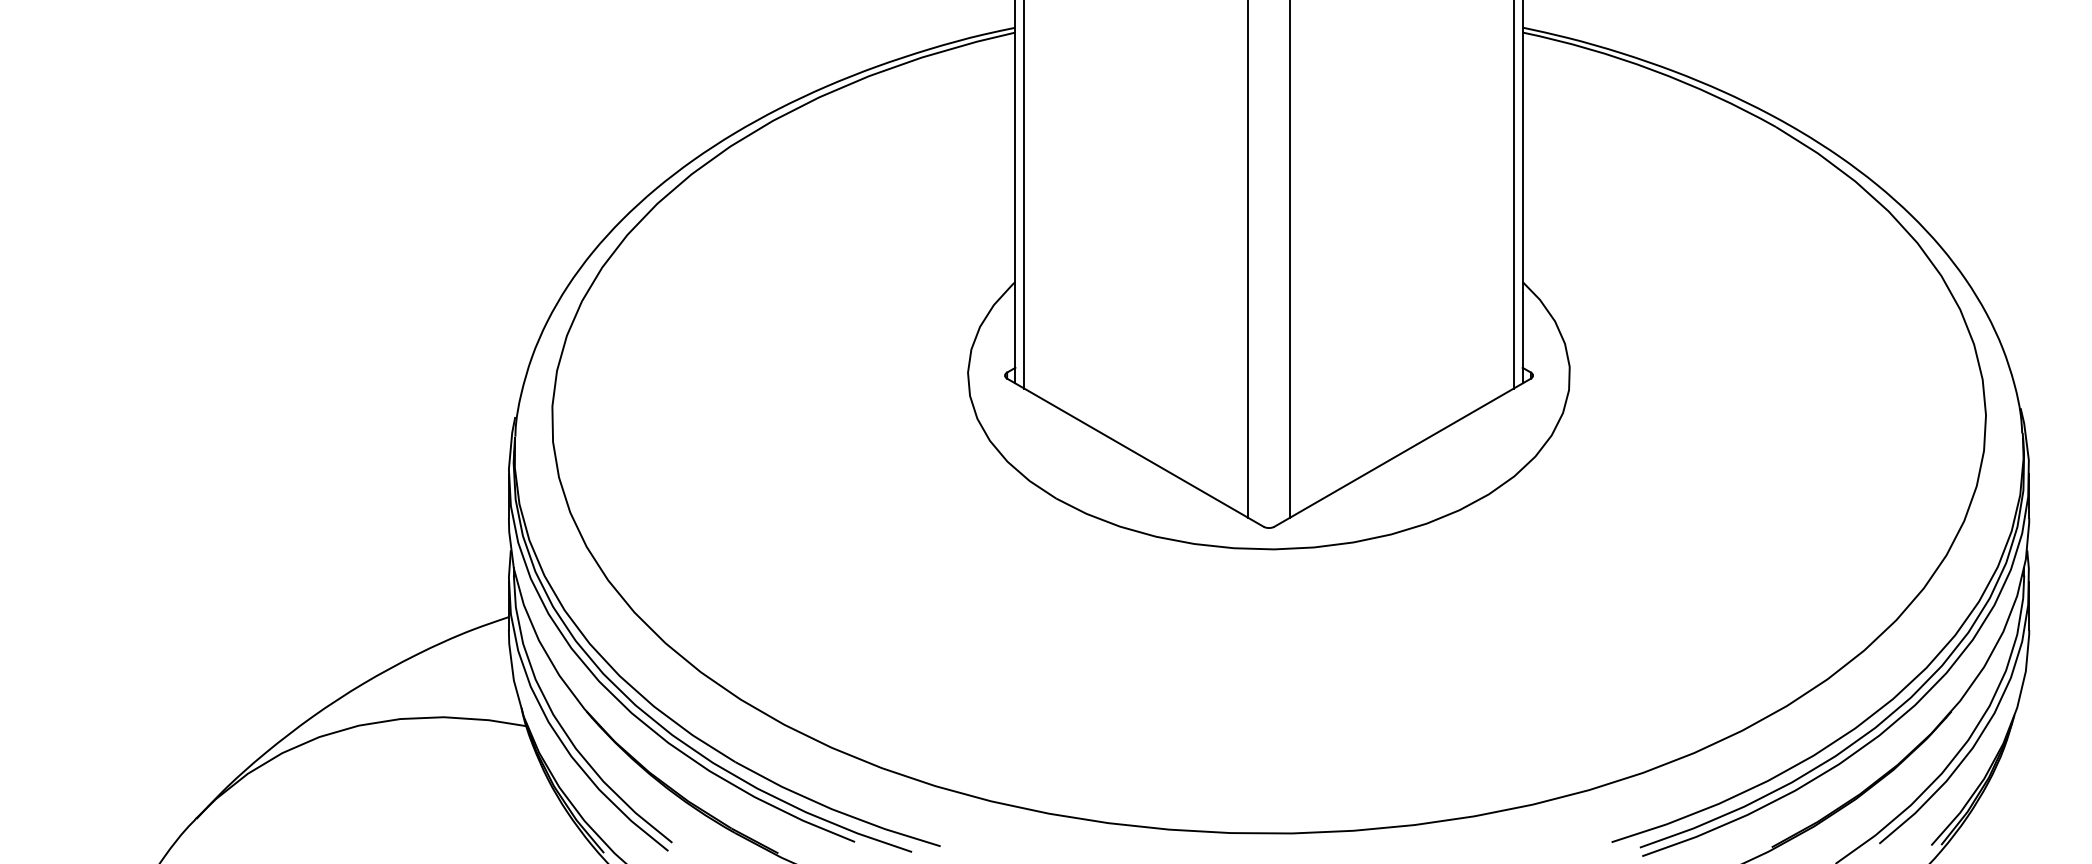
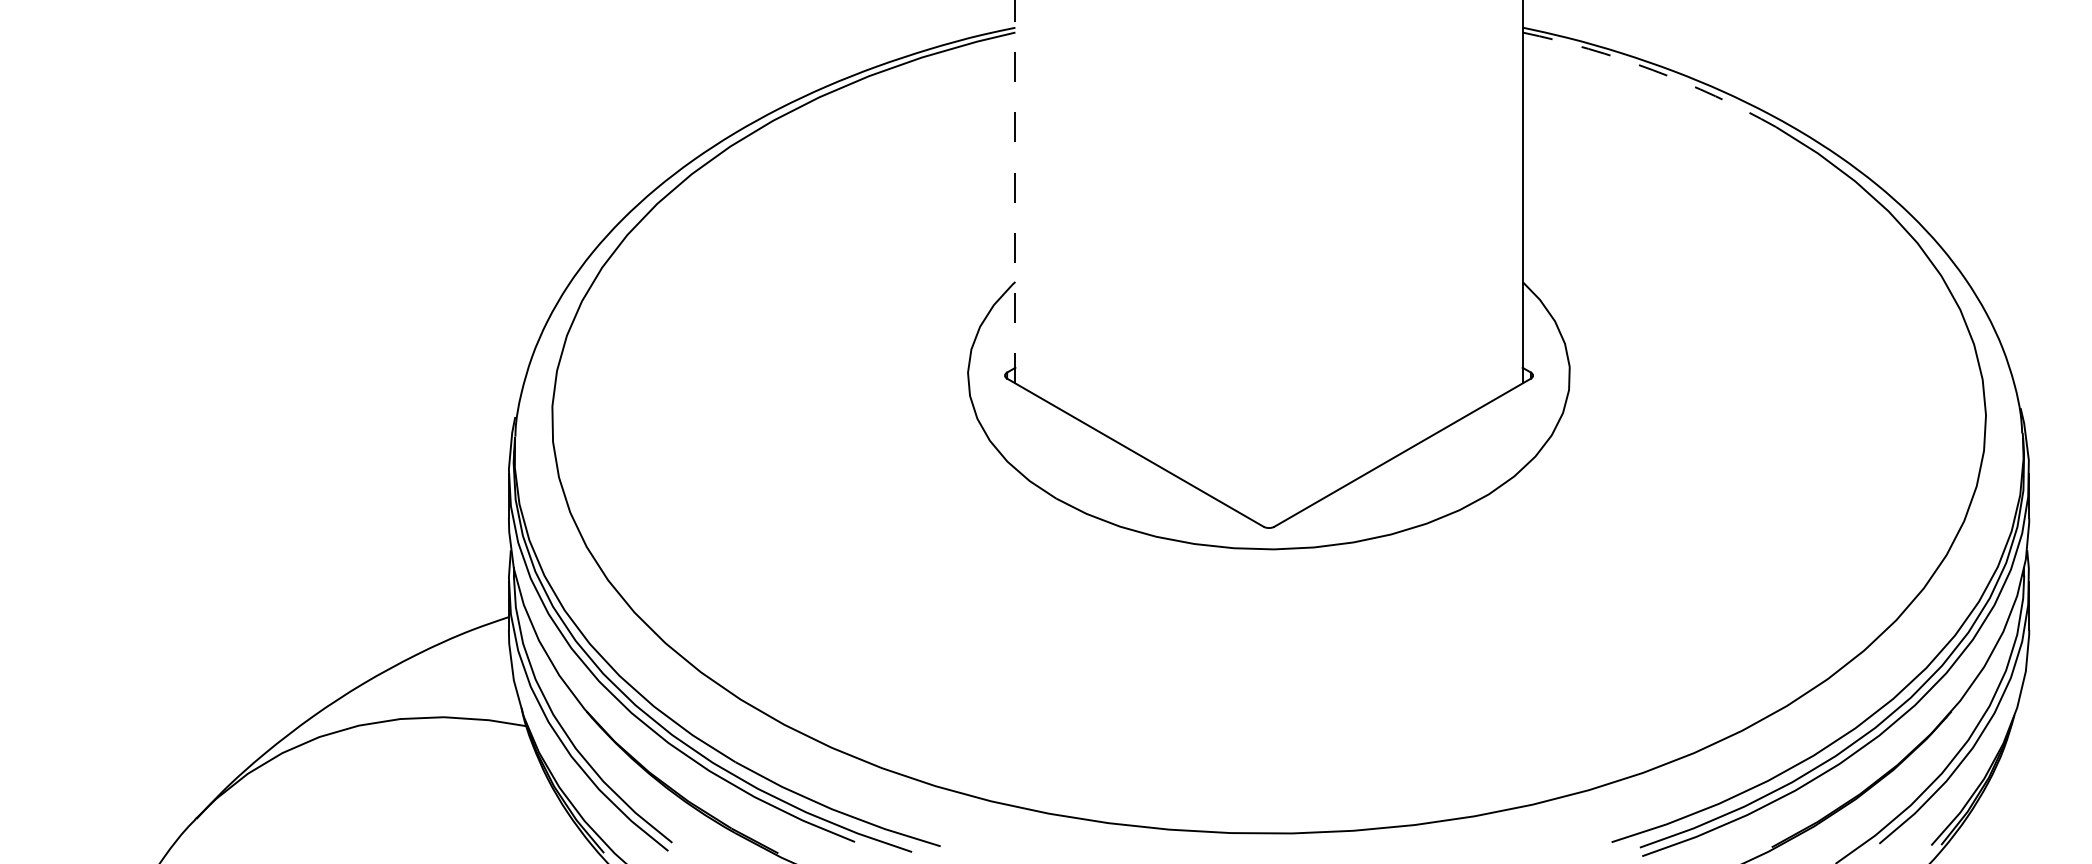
arc at (1652, 70): solid -> dashed
line at (1015, 192): solid -> dashed
line at (1024, 195): present -> none
line at (1513, 195): present -> none
line at (1247, 259): present -> none
line at (1290, 259): present -> none
